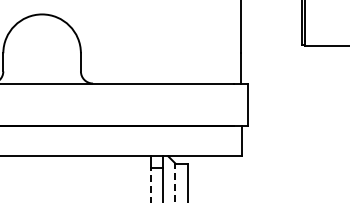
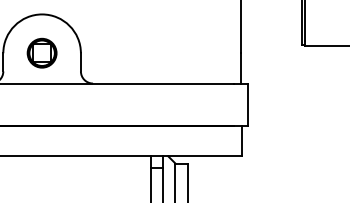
part at (41, 52): none -> present
line at (175, 182): dashed -> solid
line at (151, 185): dashed -> solid
